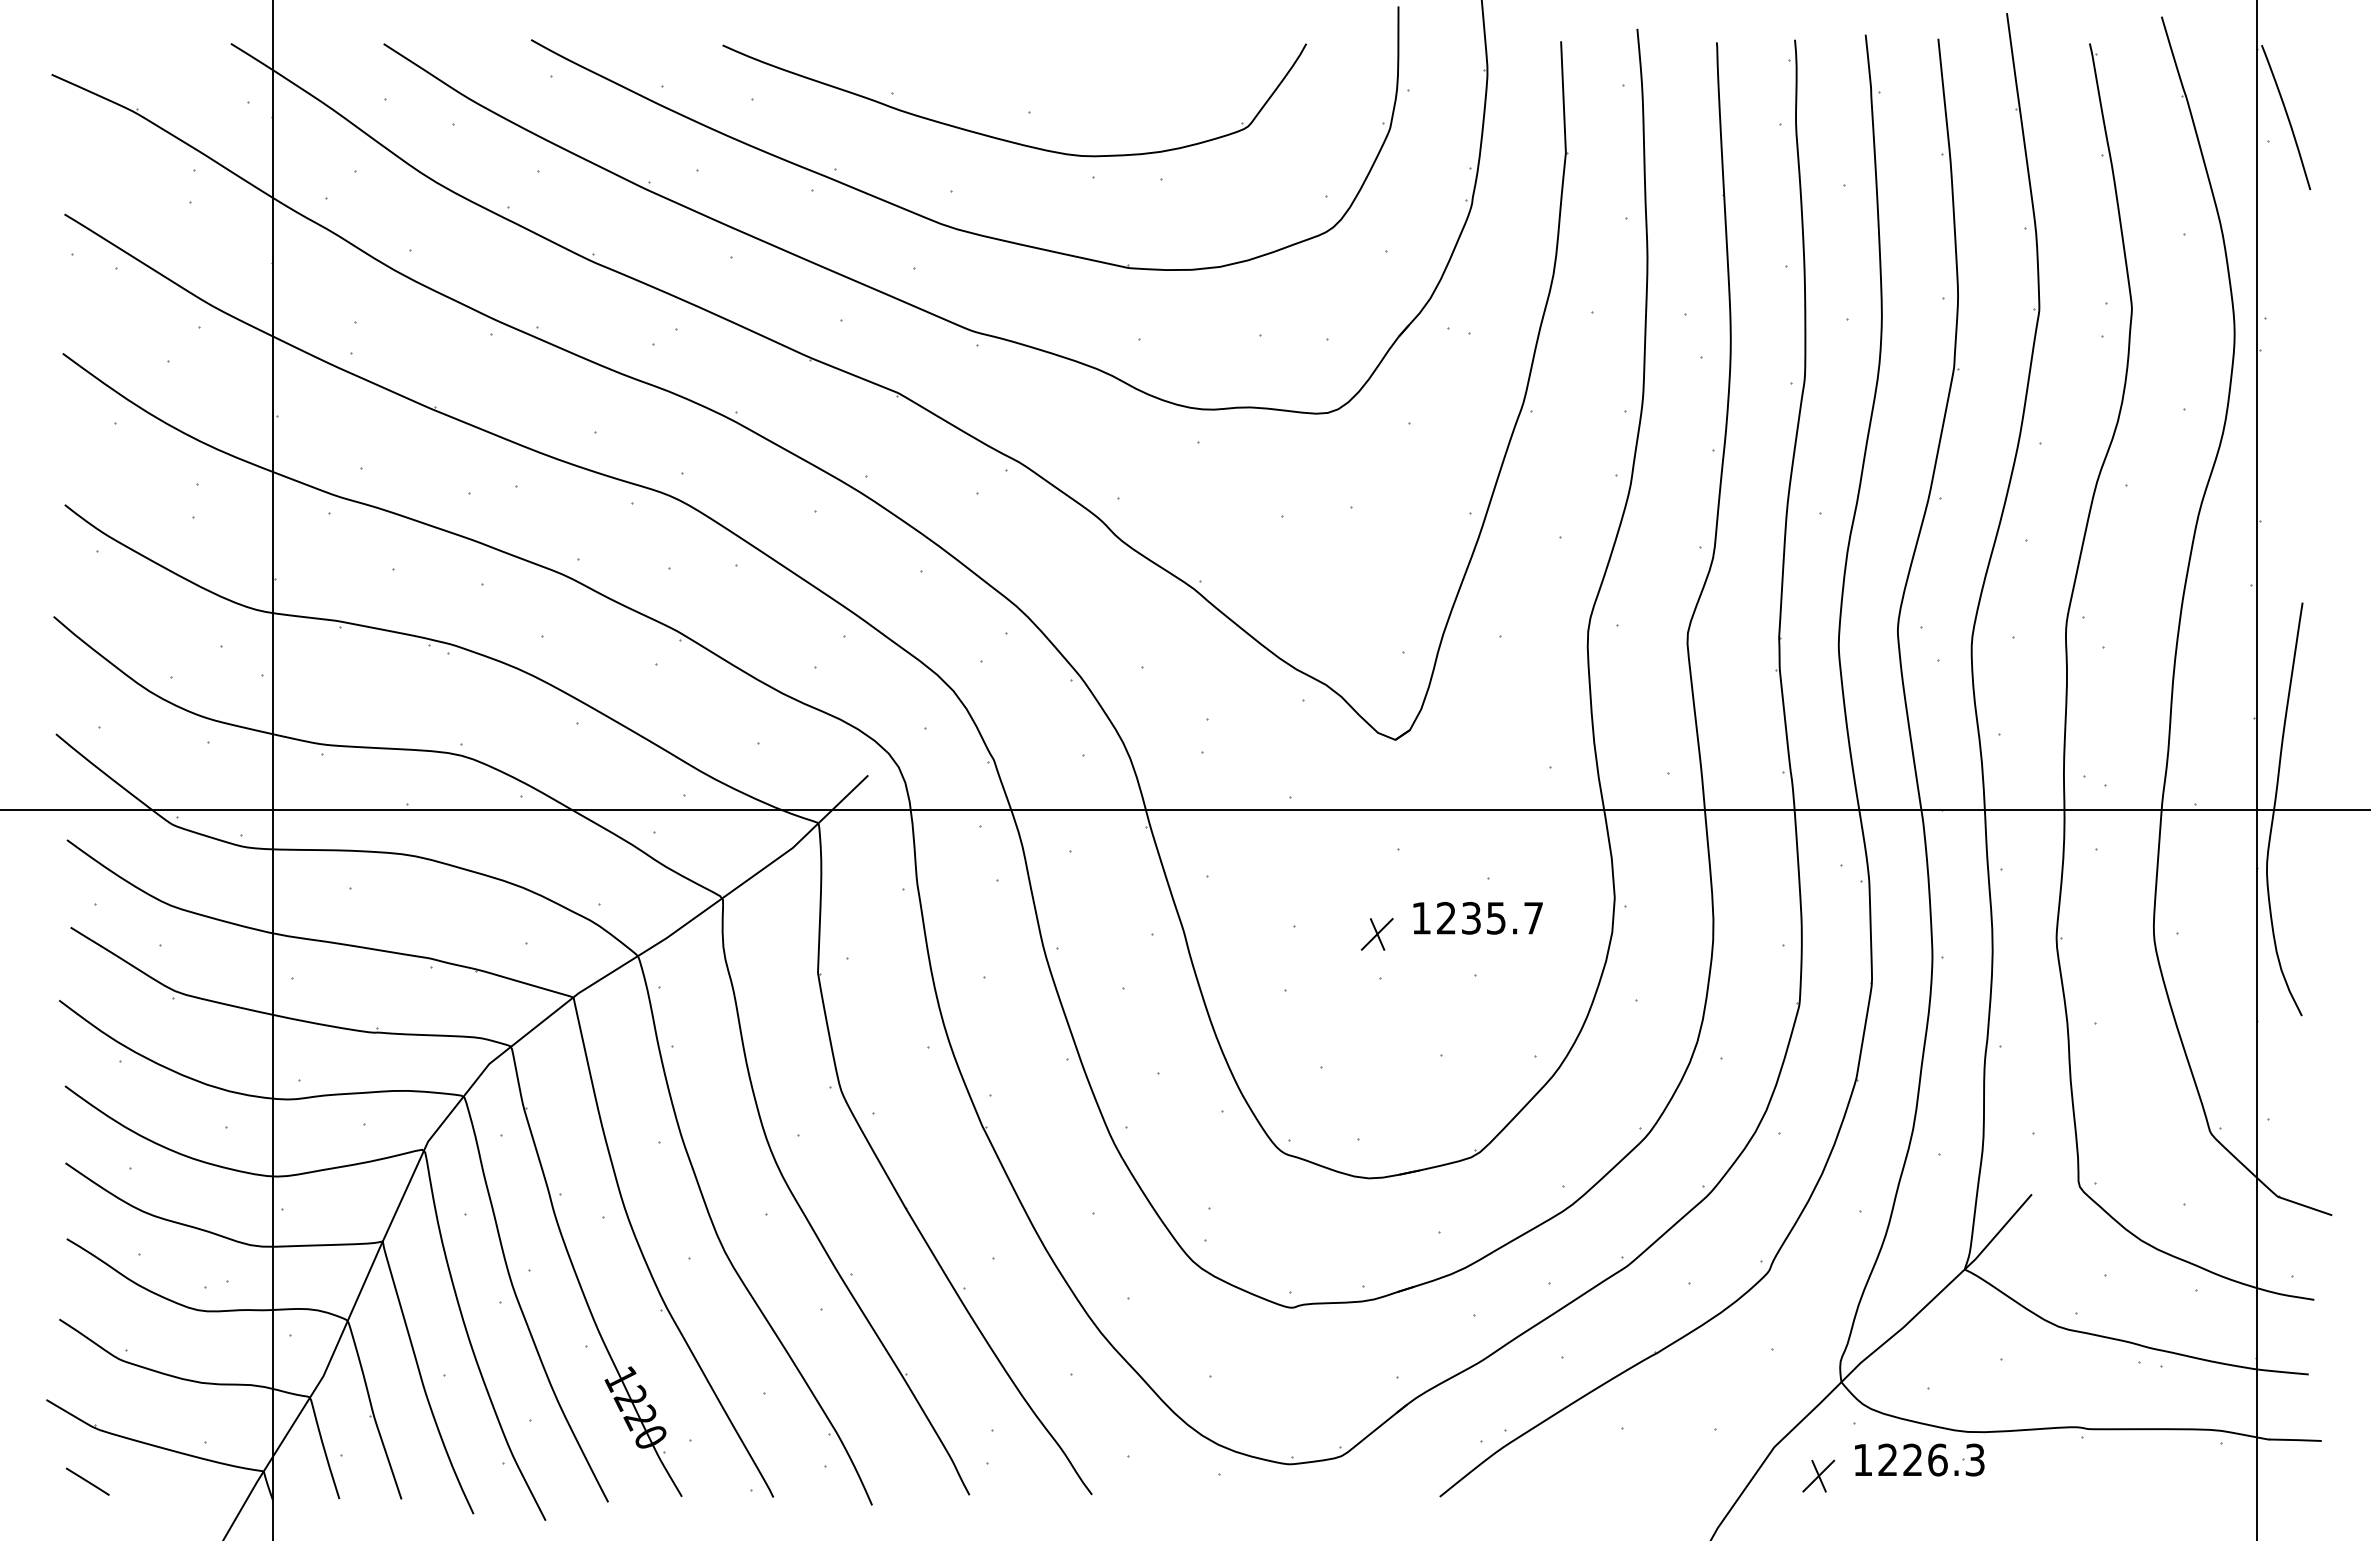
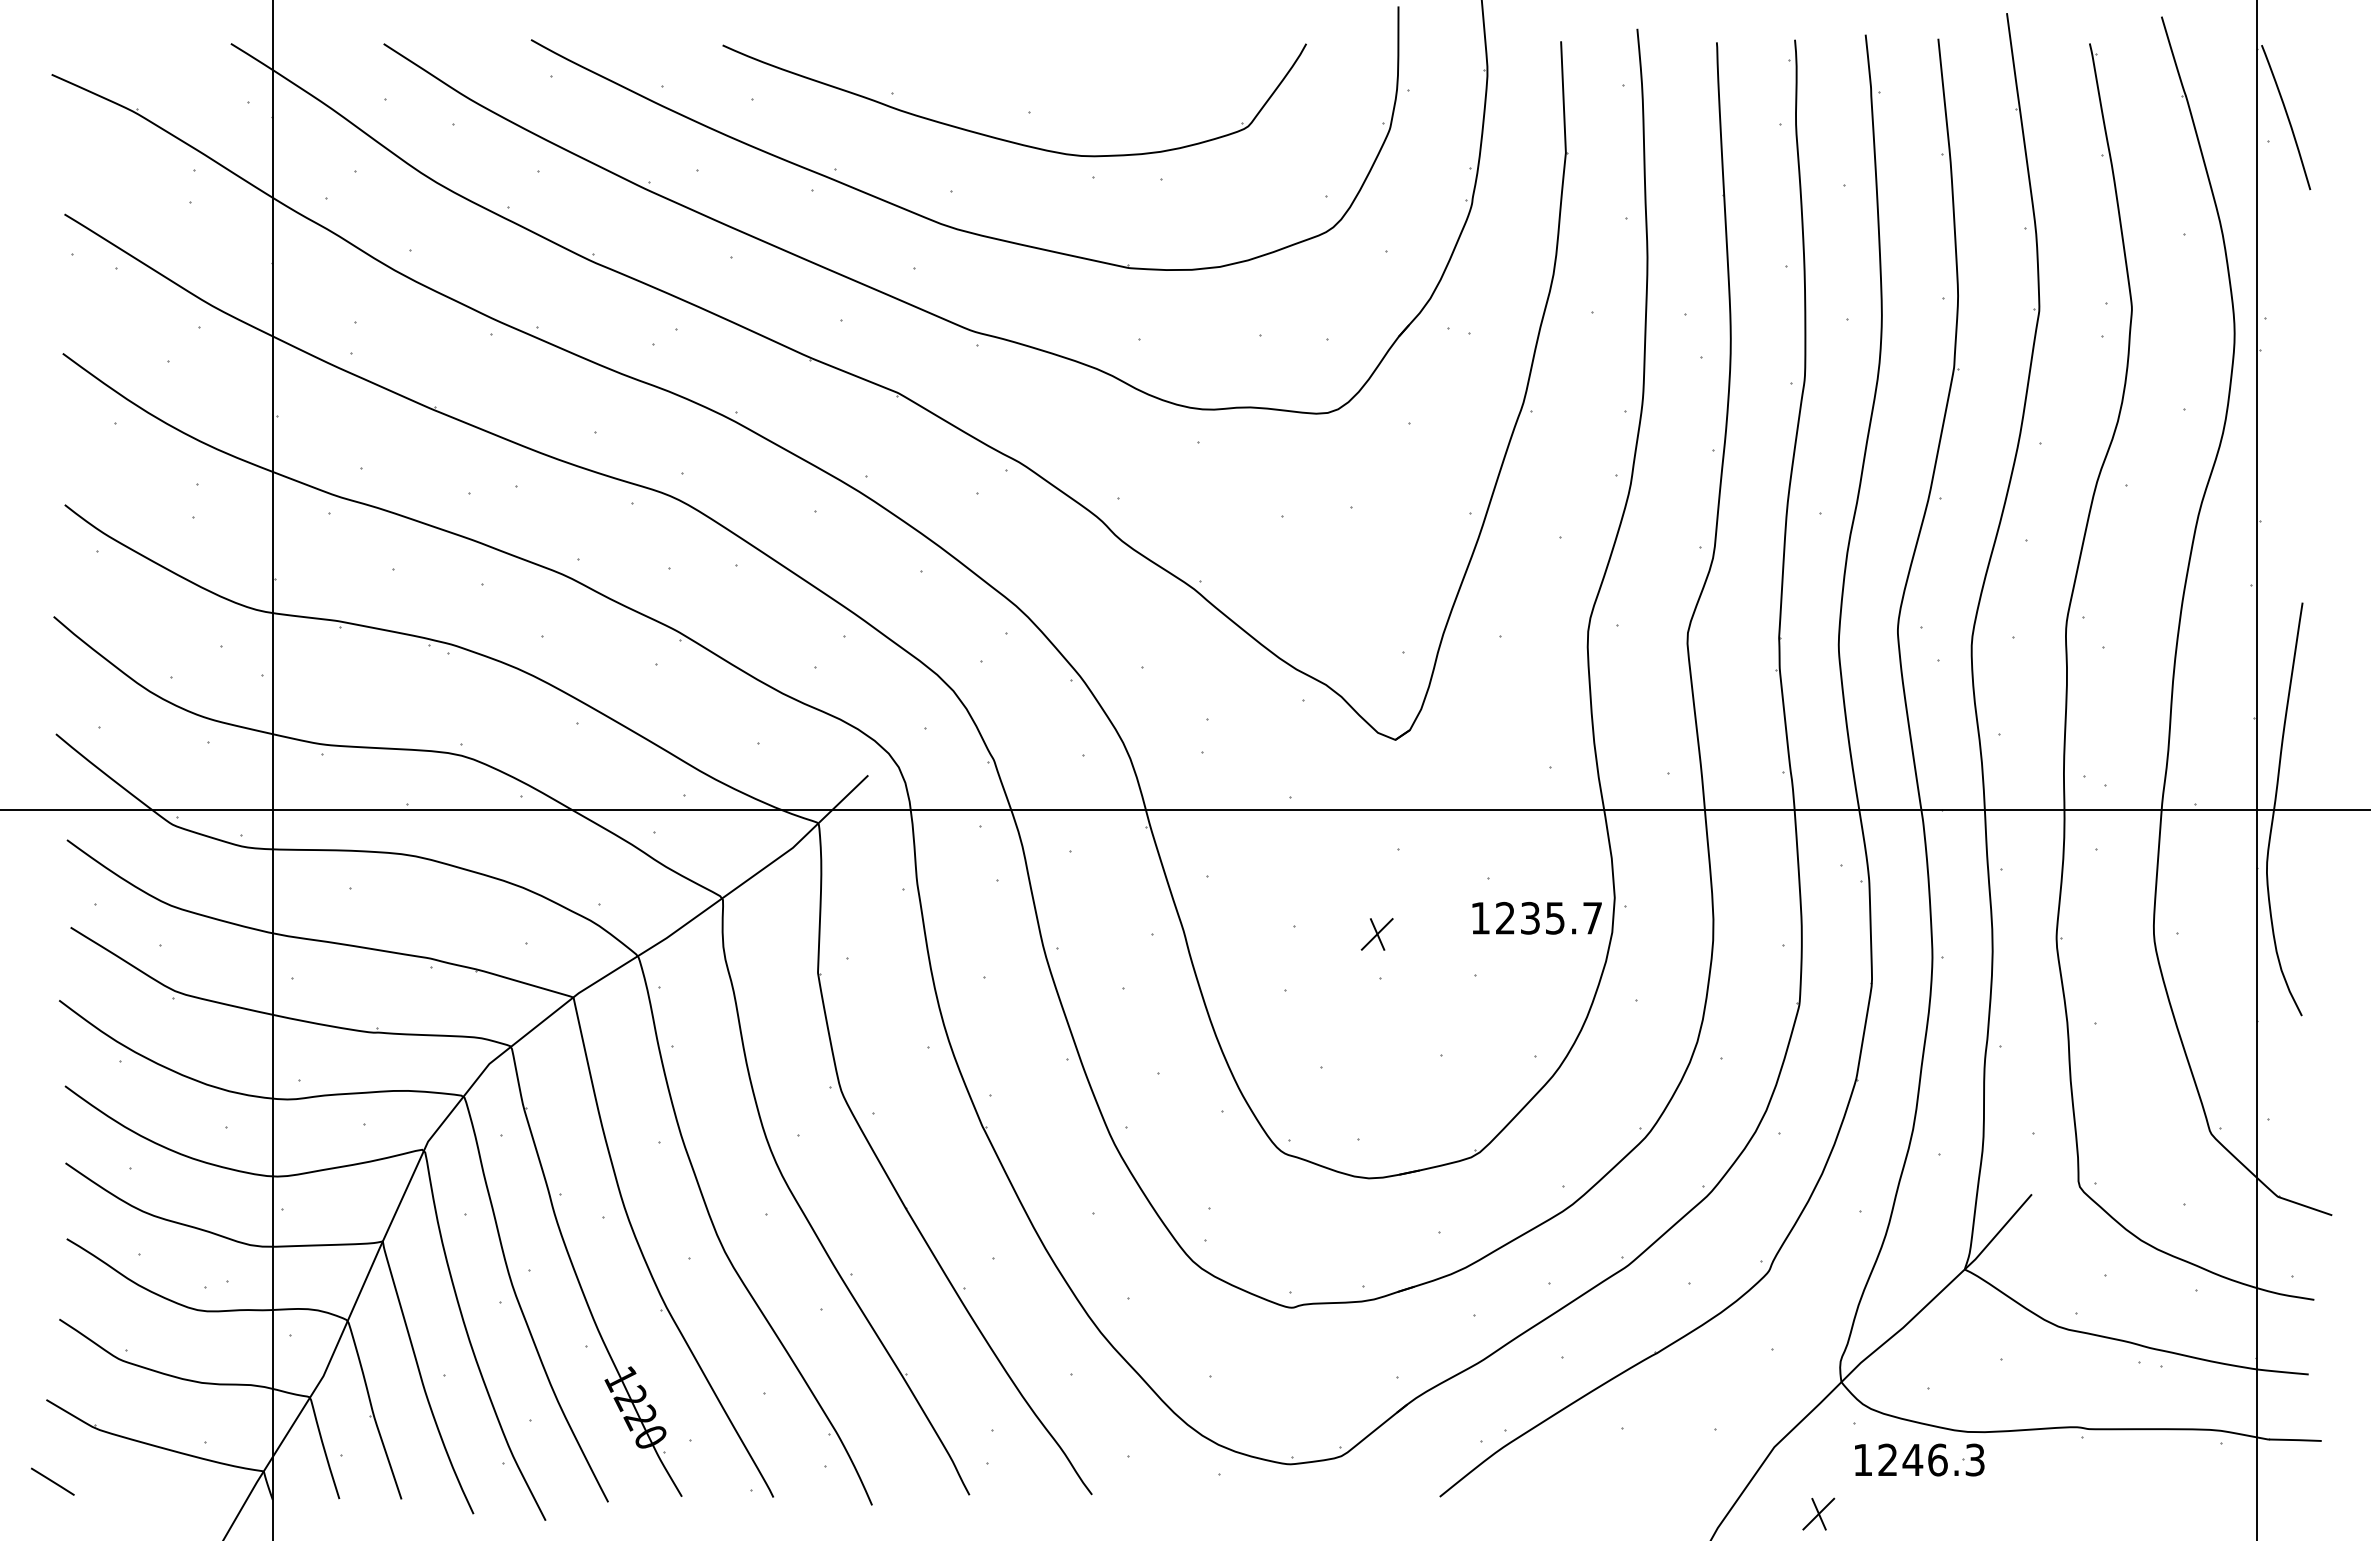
text at (1477, 918) position: (1477, 918) -> (1536, 918)
text at (1912, 1459): 1226.3 -> 1246.3
part at (1818, 1475) position: (1818, 1475) -> (1818, 1513)
line at (87, 1481) position: (87, 1481) -> (52, 1481)
